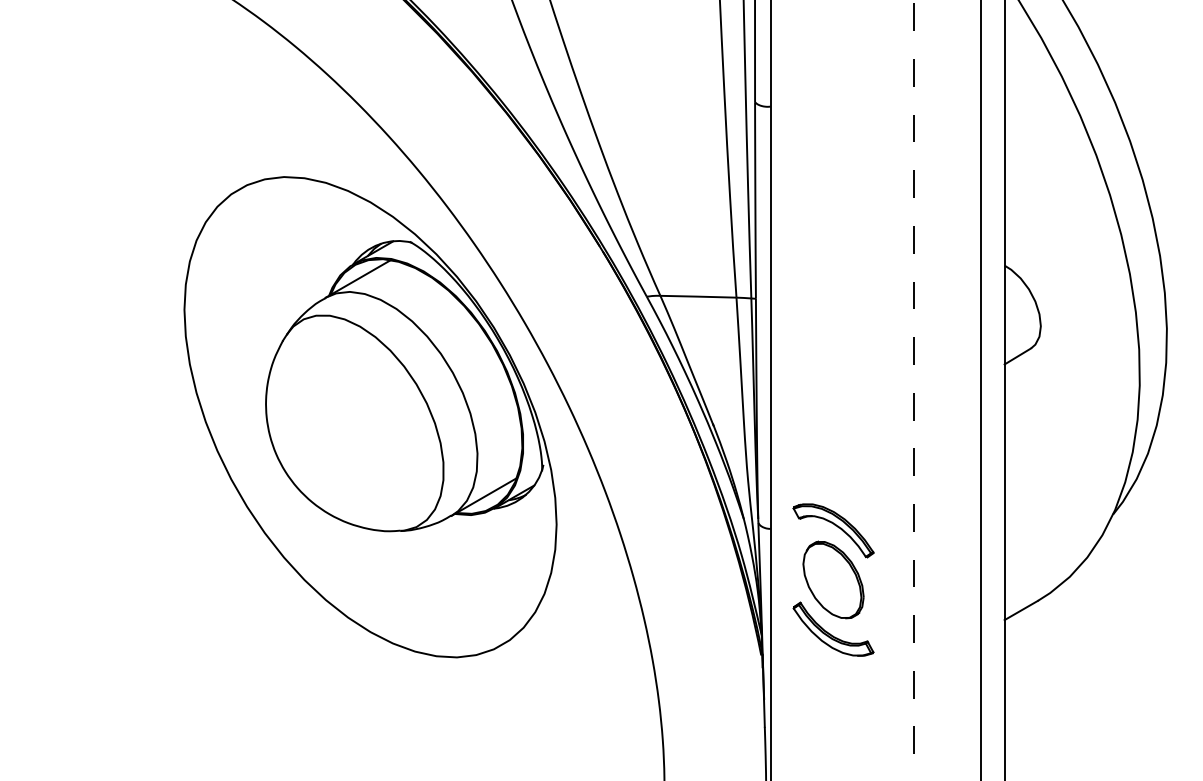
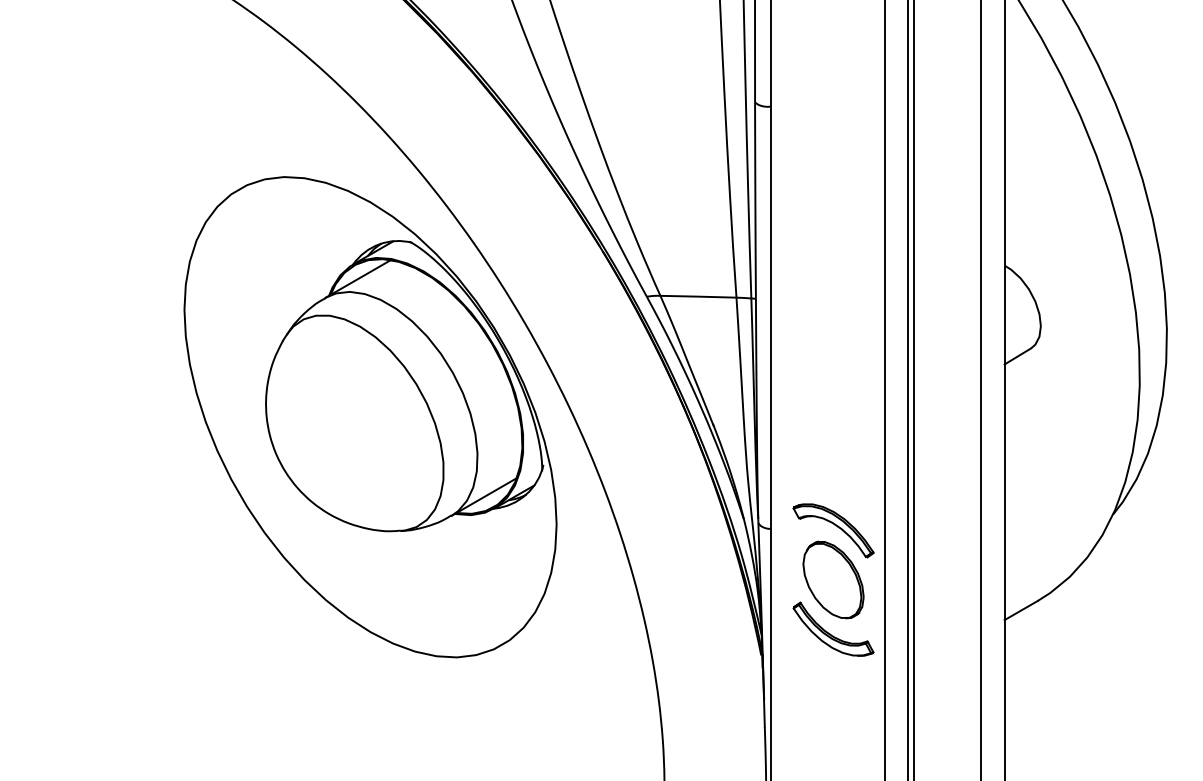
line at (885, 389): none -> present
line at (908, 389): none -> present
line at (914, 390): dashed -> solid
